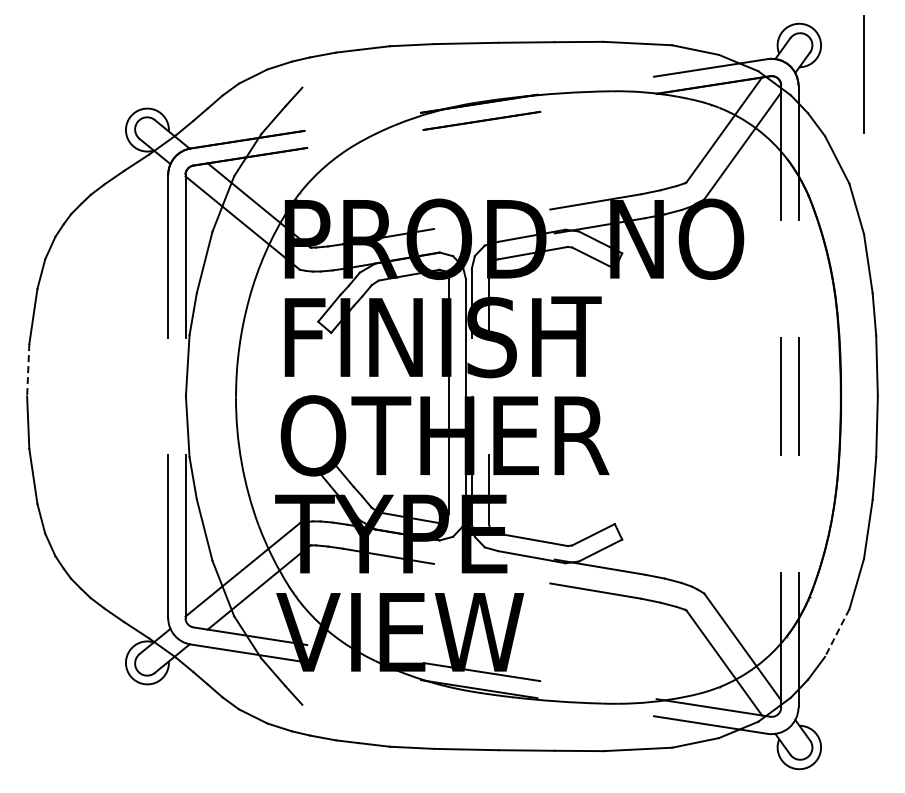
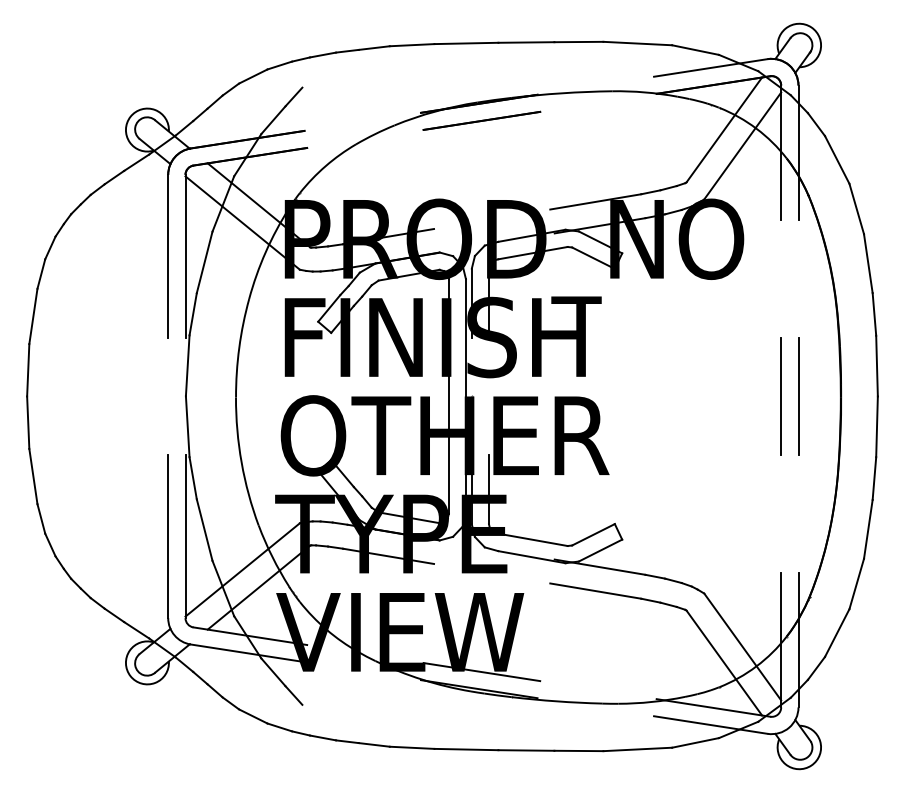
line at (863, 74): present -> none
line at (28, 370): dashed -> solid
line at (837, 633): dashed -> solid
